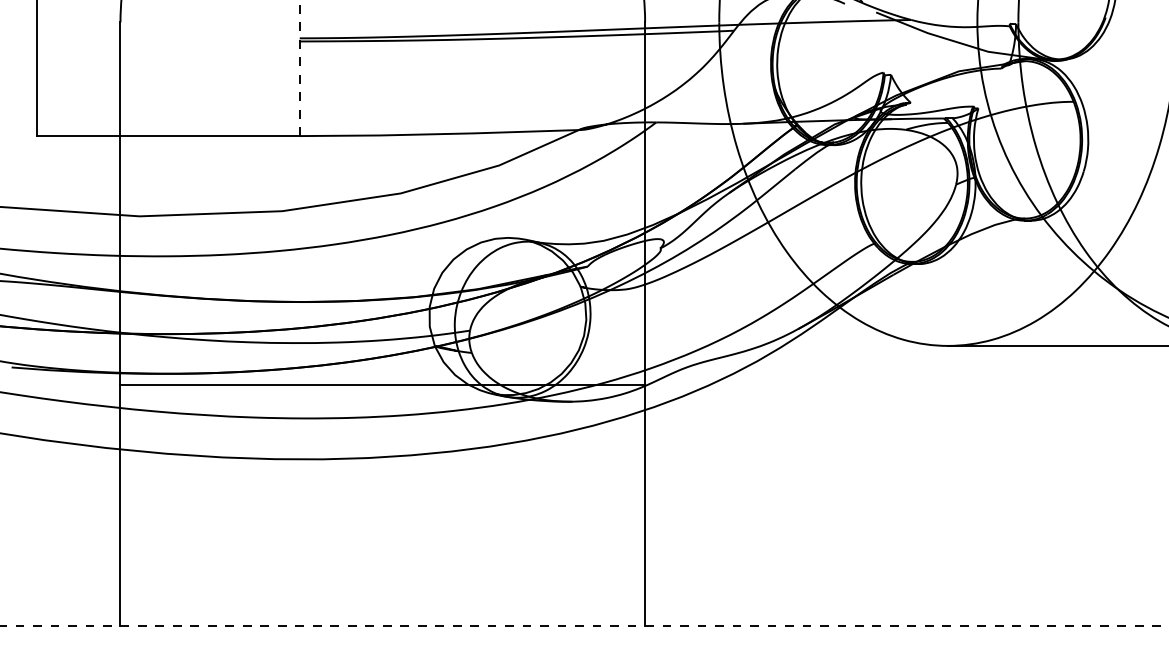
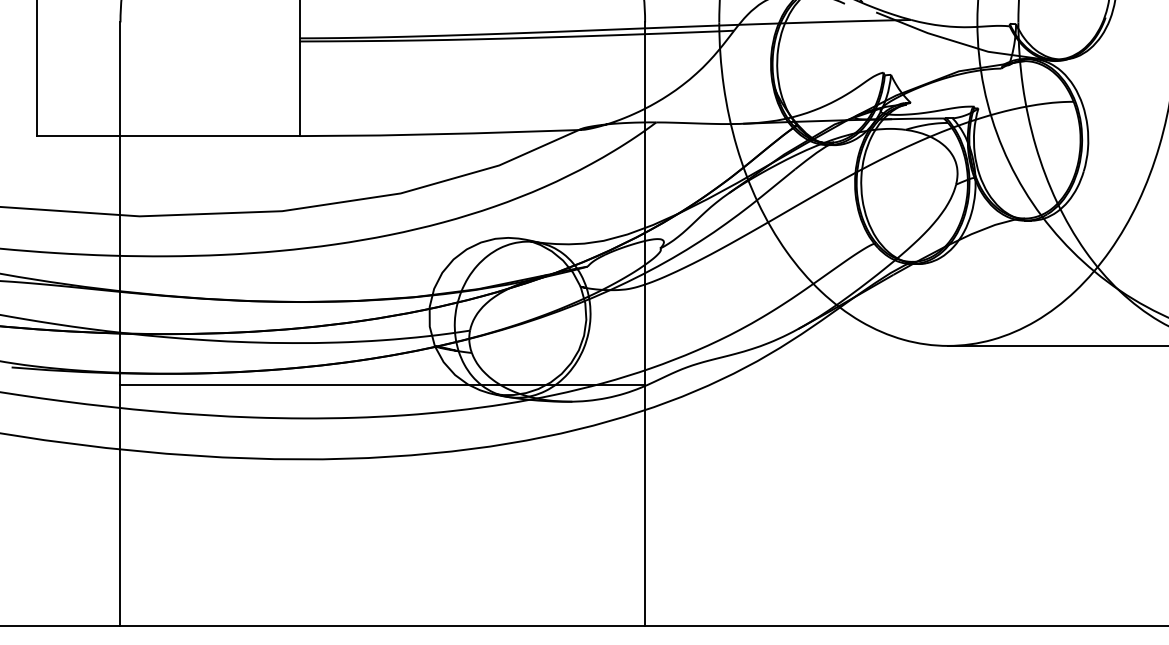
line at (299, 68): dashed -> solid
line at (584, 625): dashed -> solid
